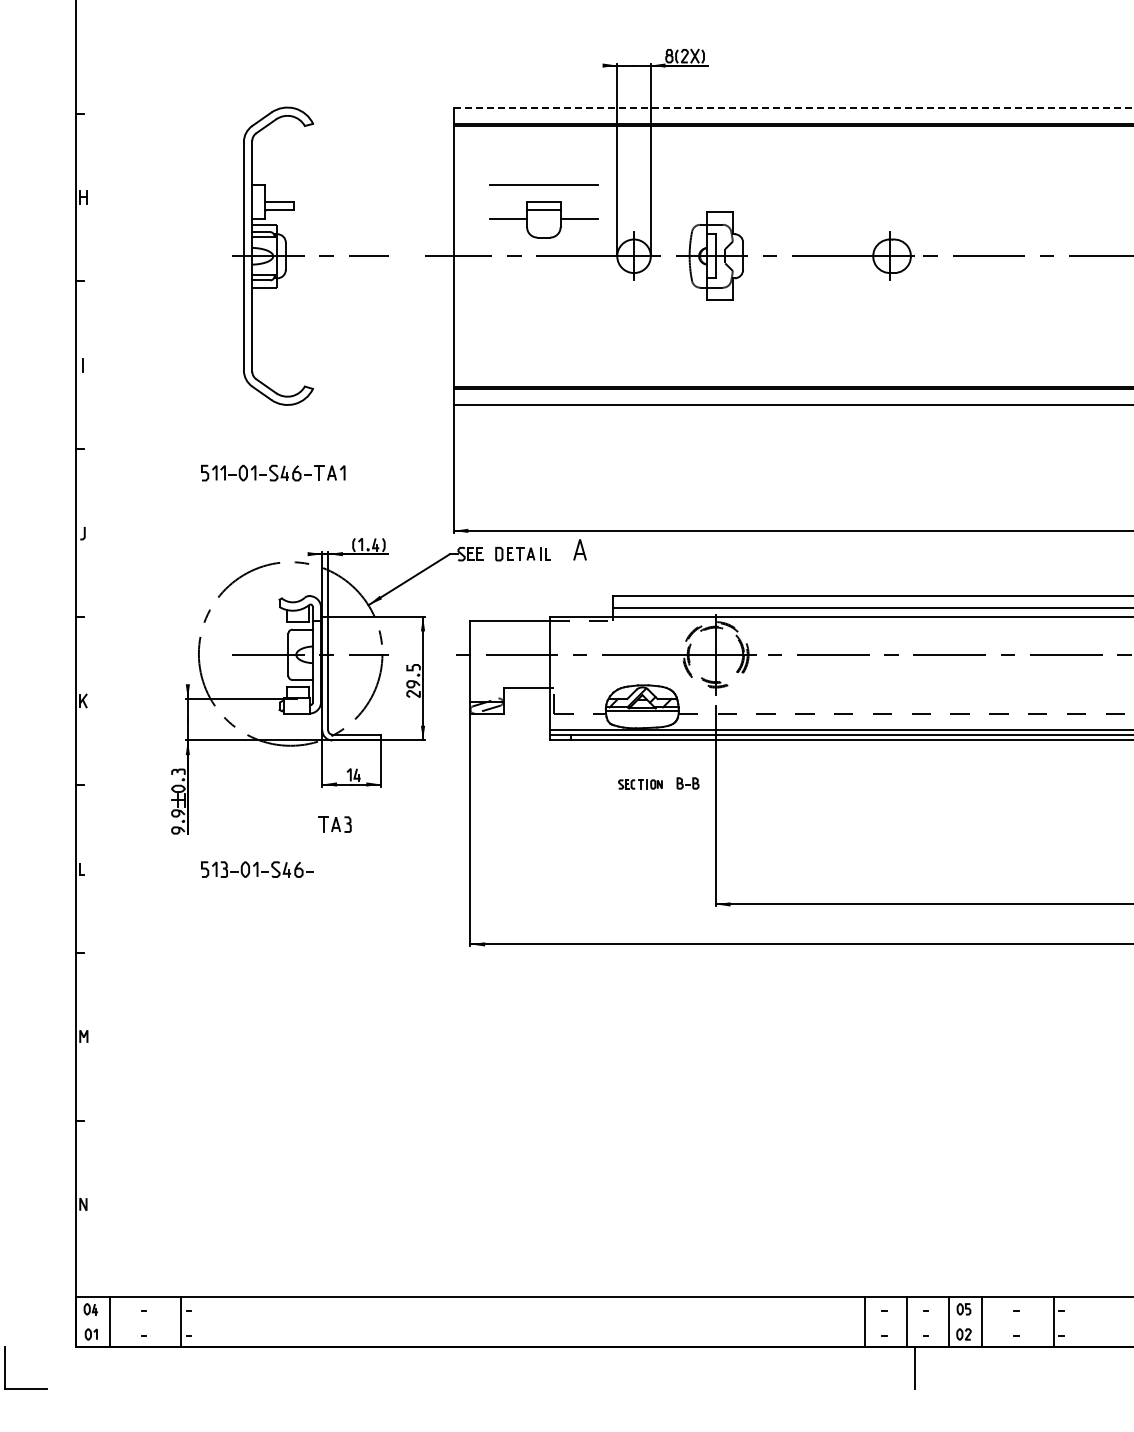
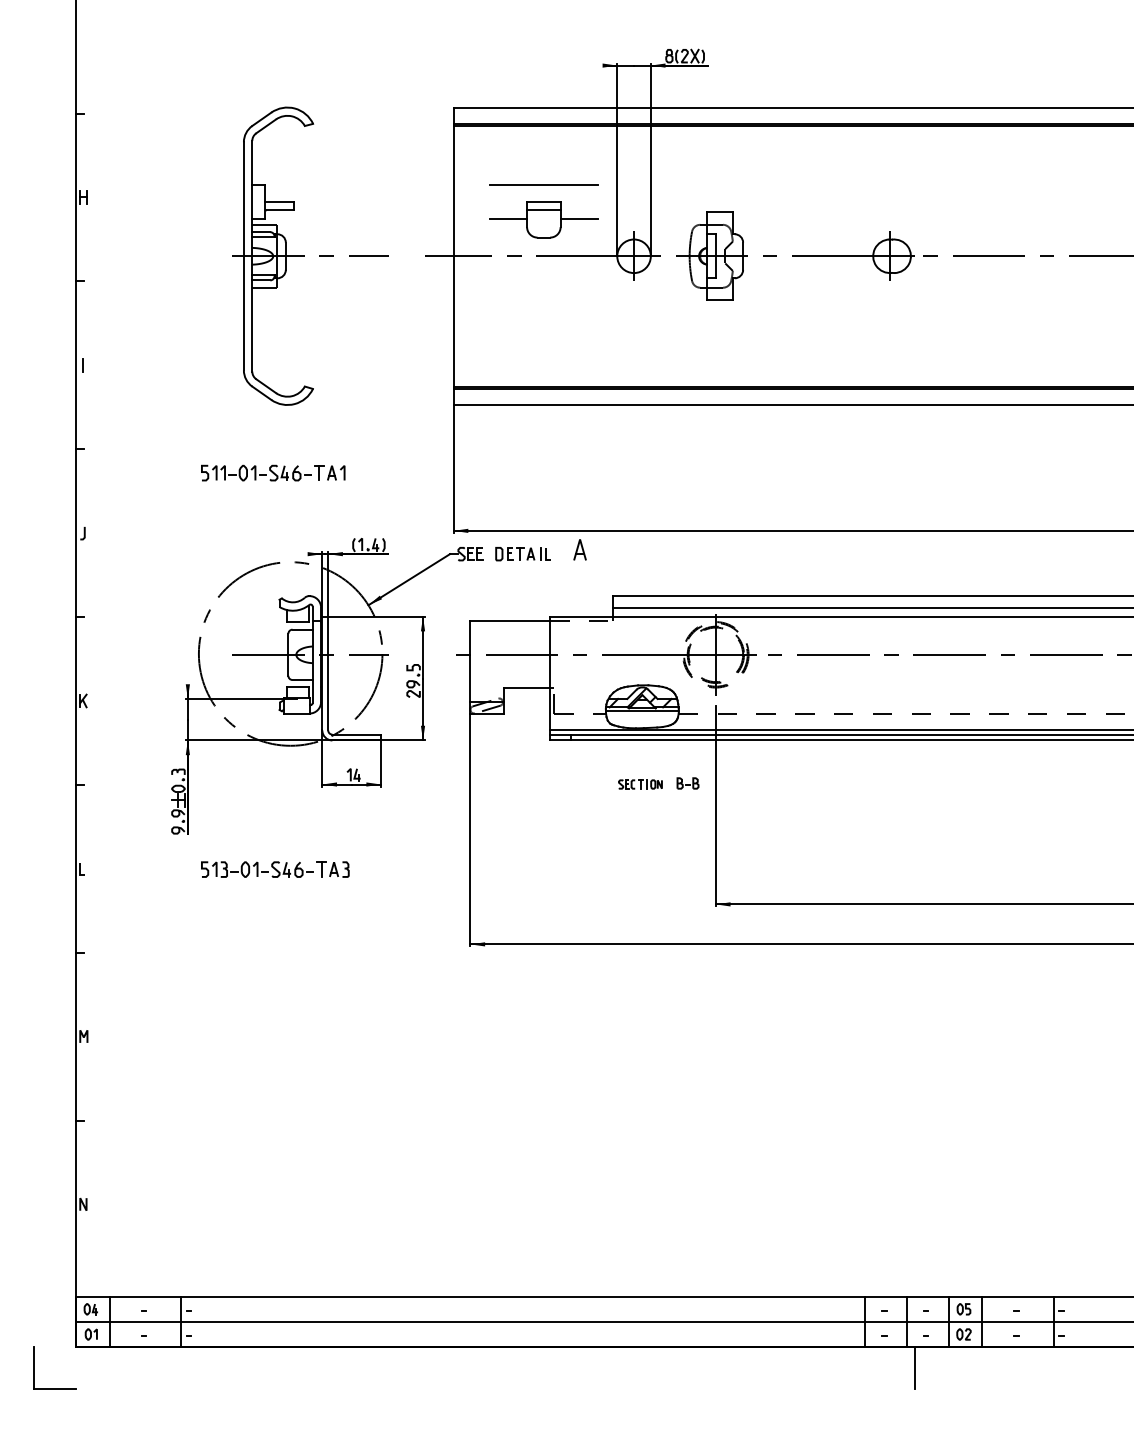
line at (793, 107): dashed -> solid
part at (334, 824) position: (334, 824) -> (332, 869)
line at (603, 1321): none -> present
part at (5, 1367) position: (5, 1367) -> (34, 1367)
